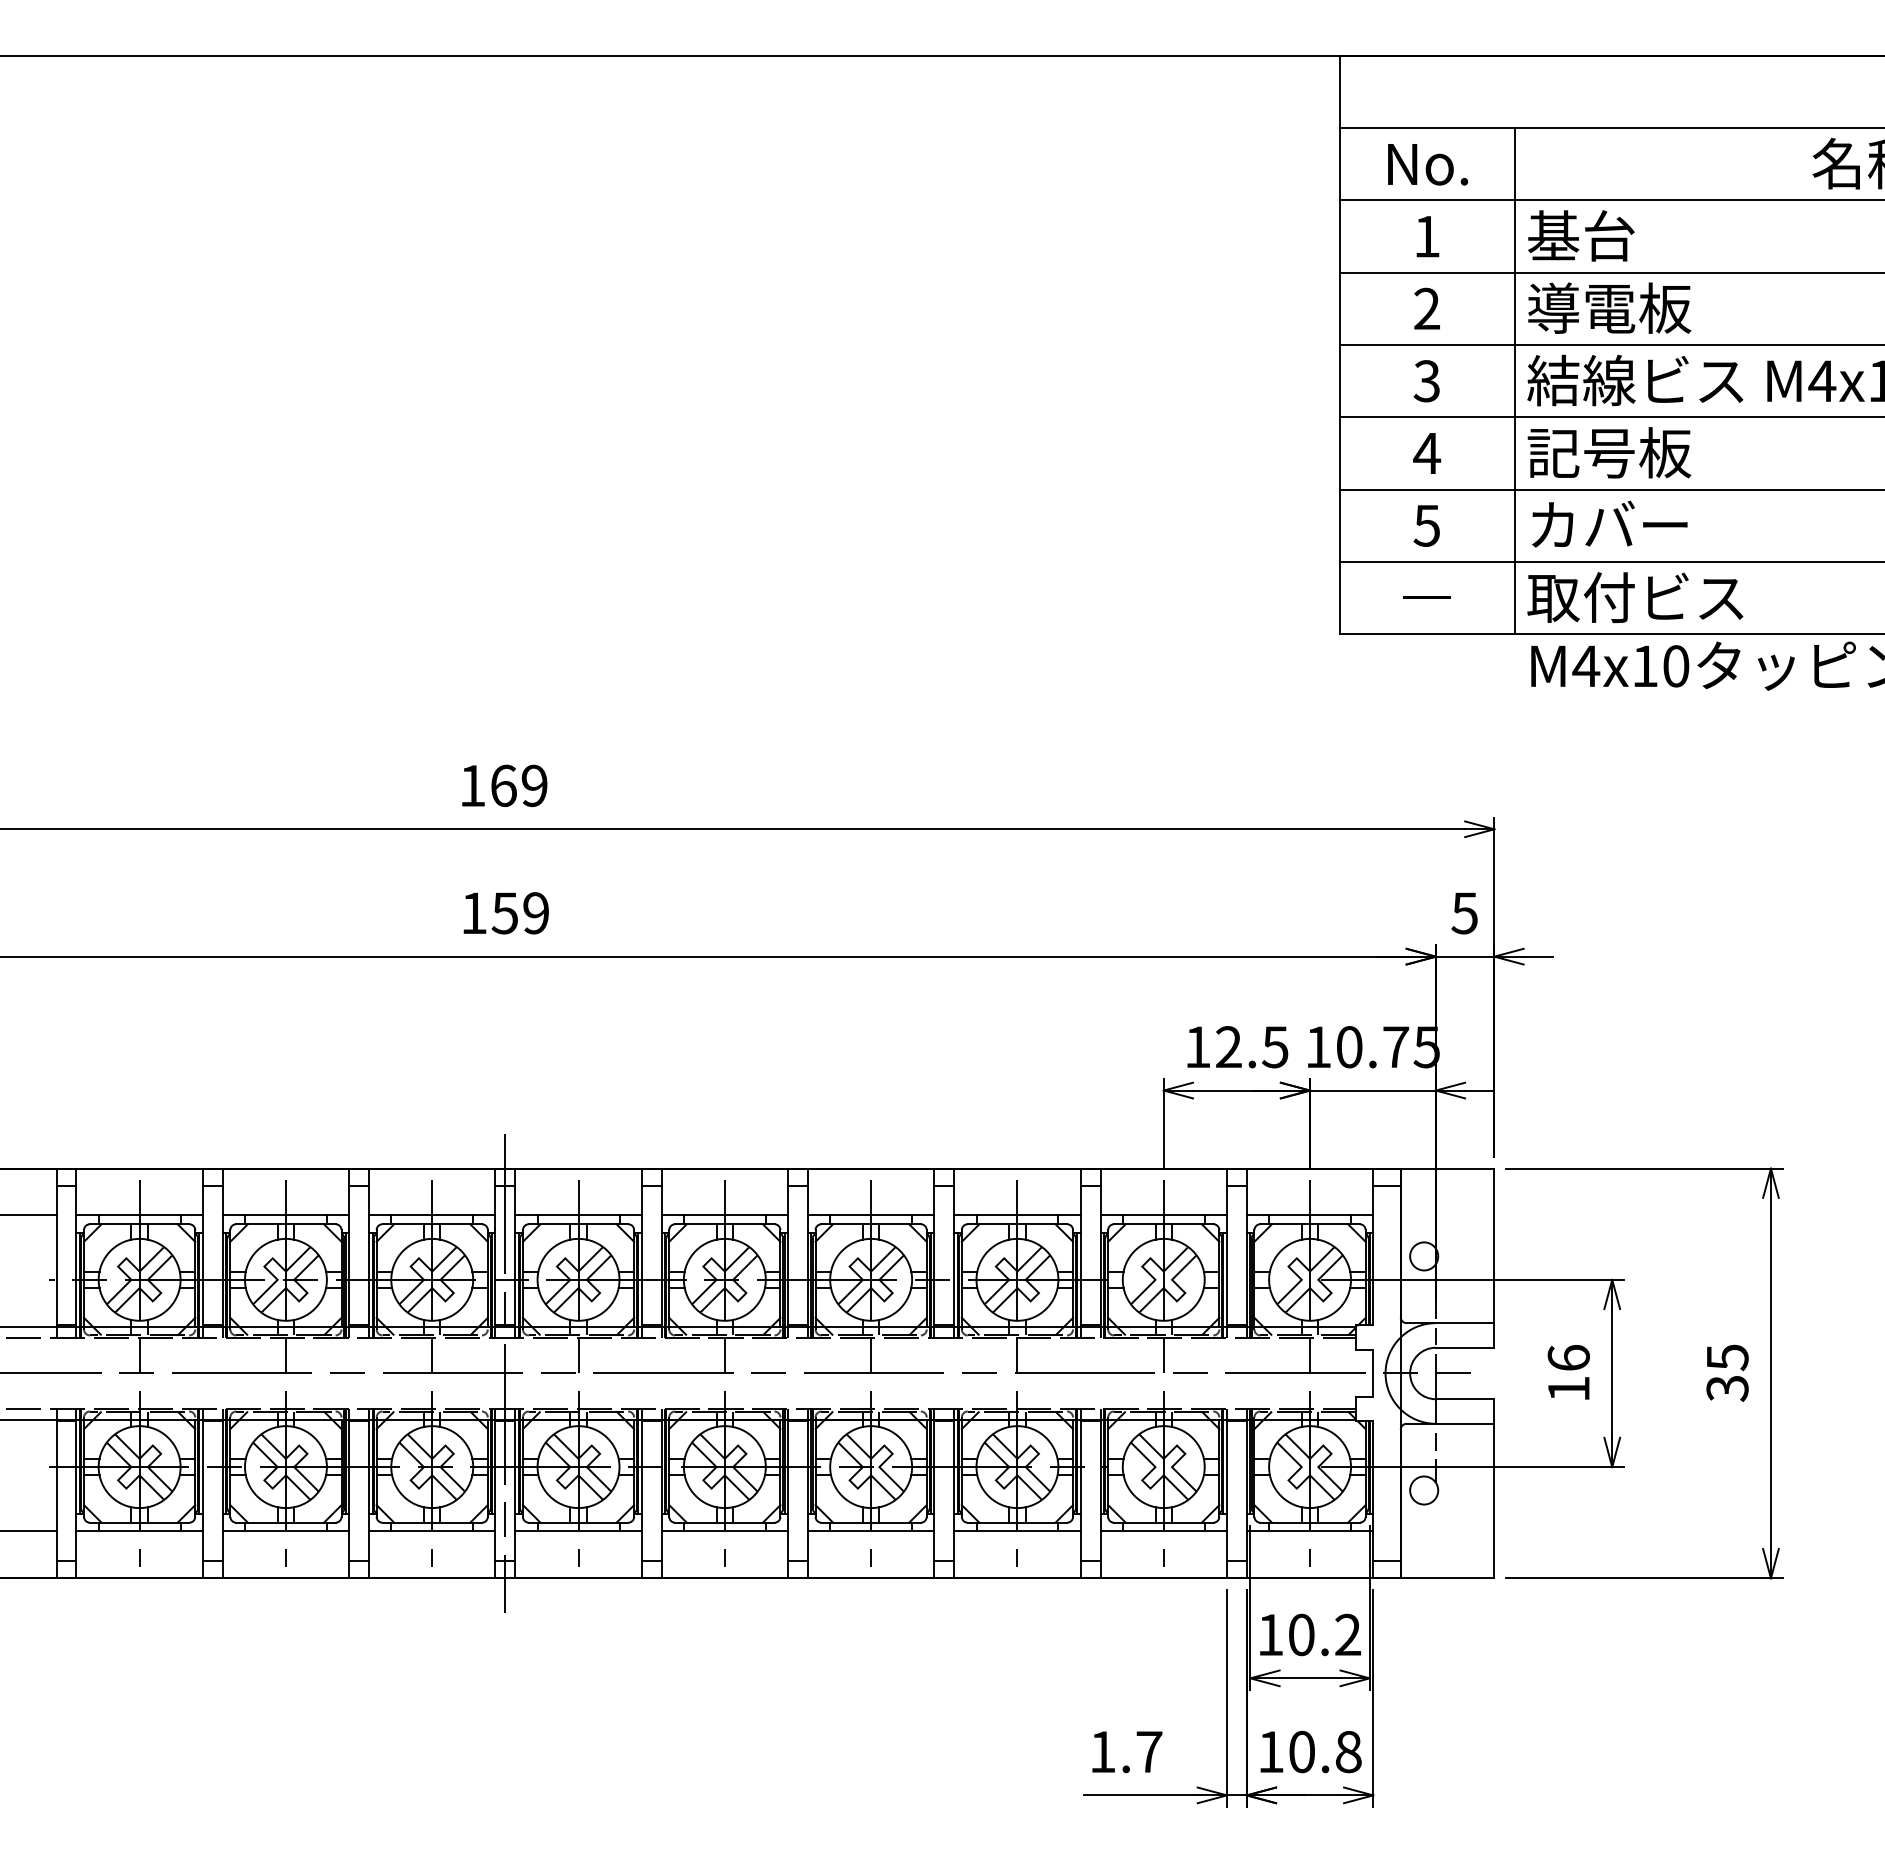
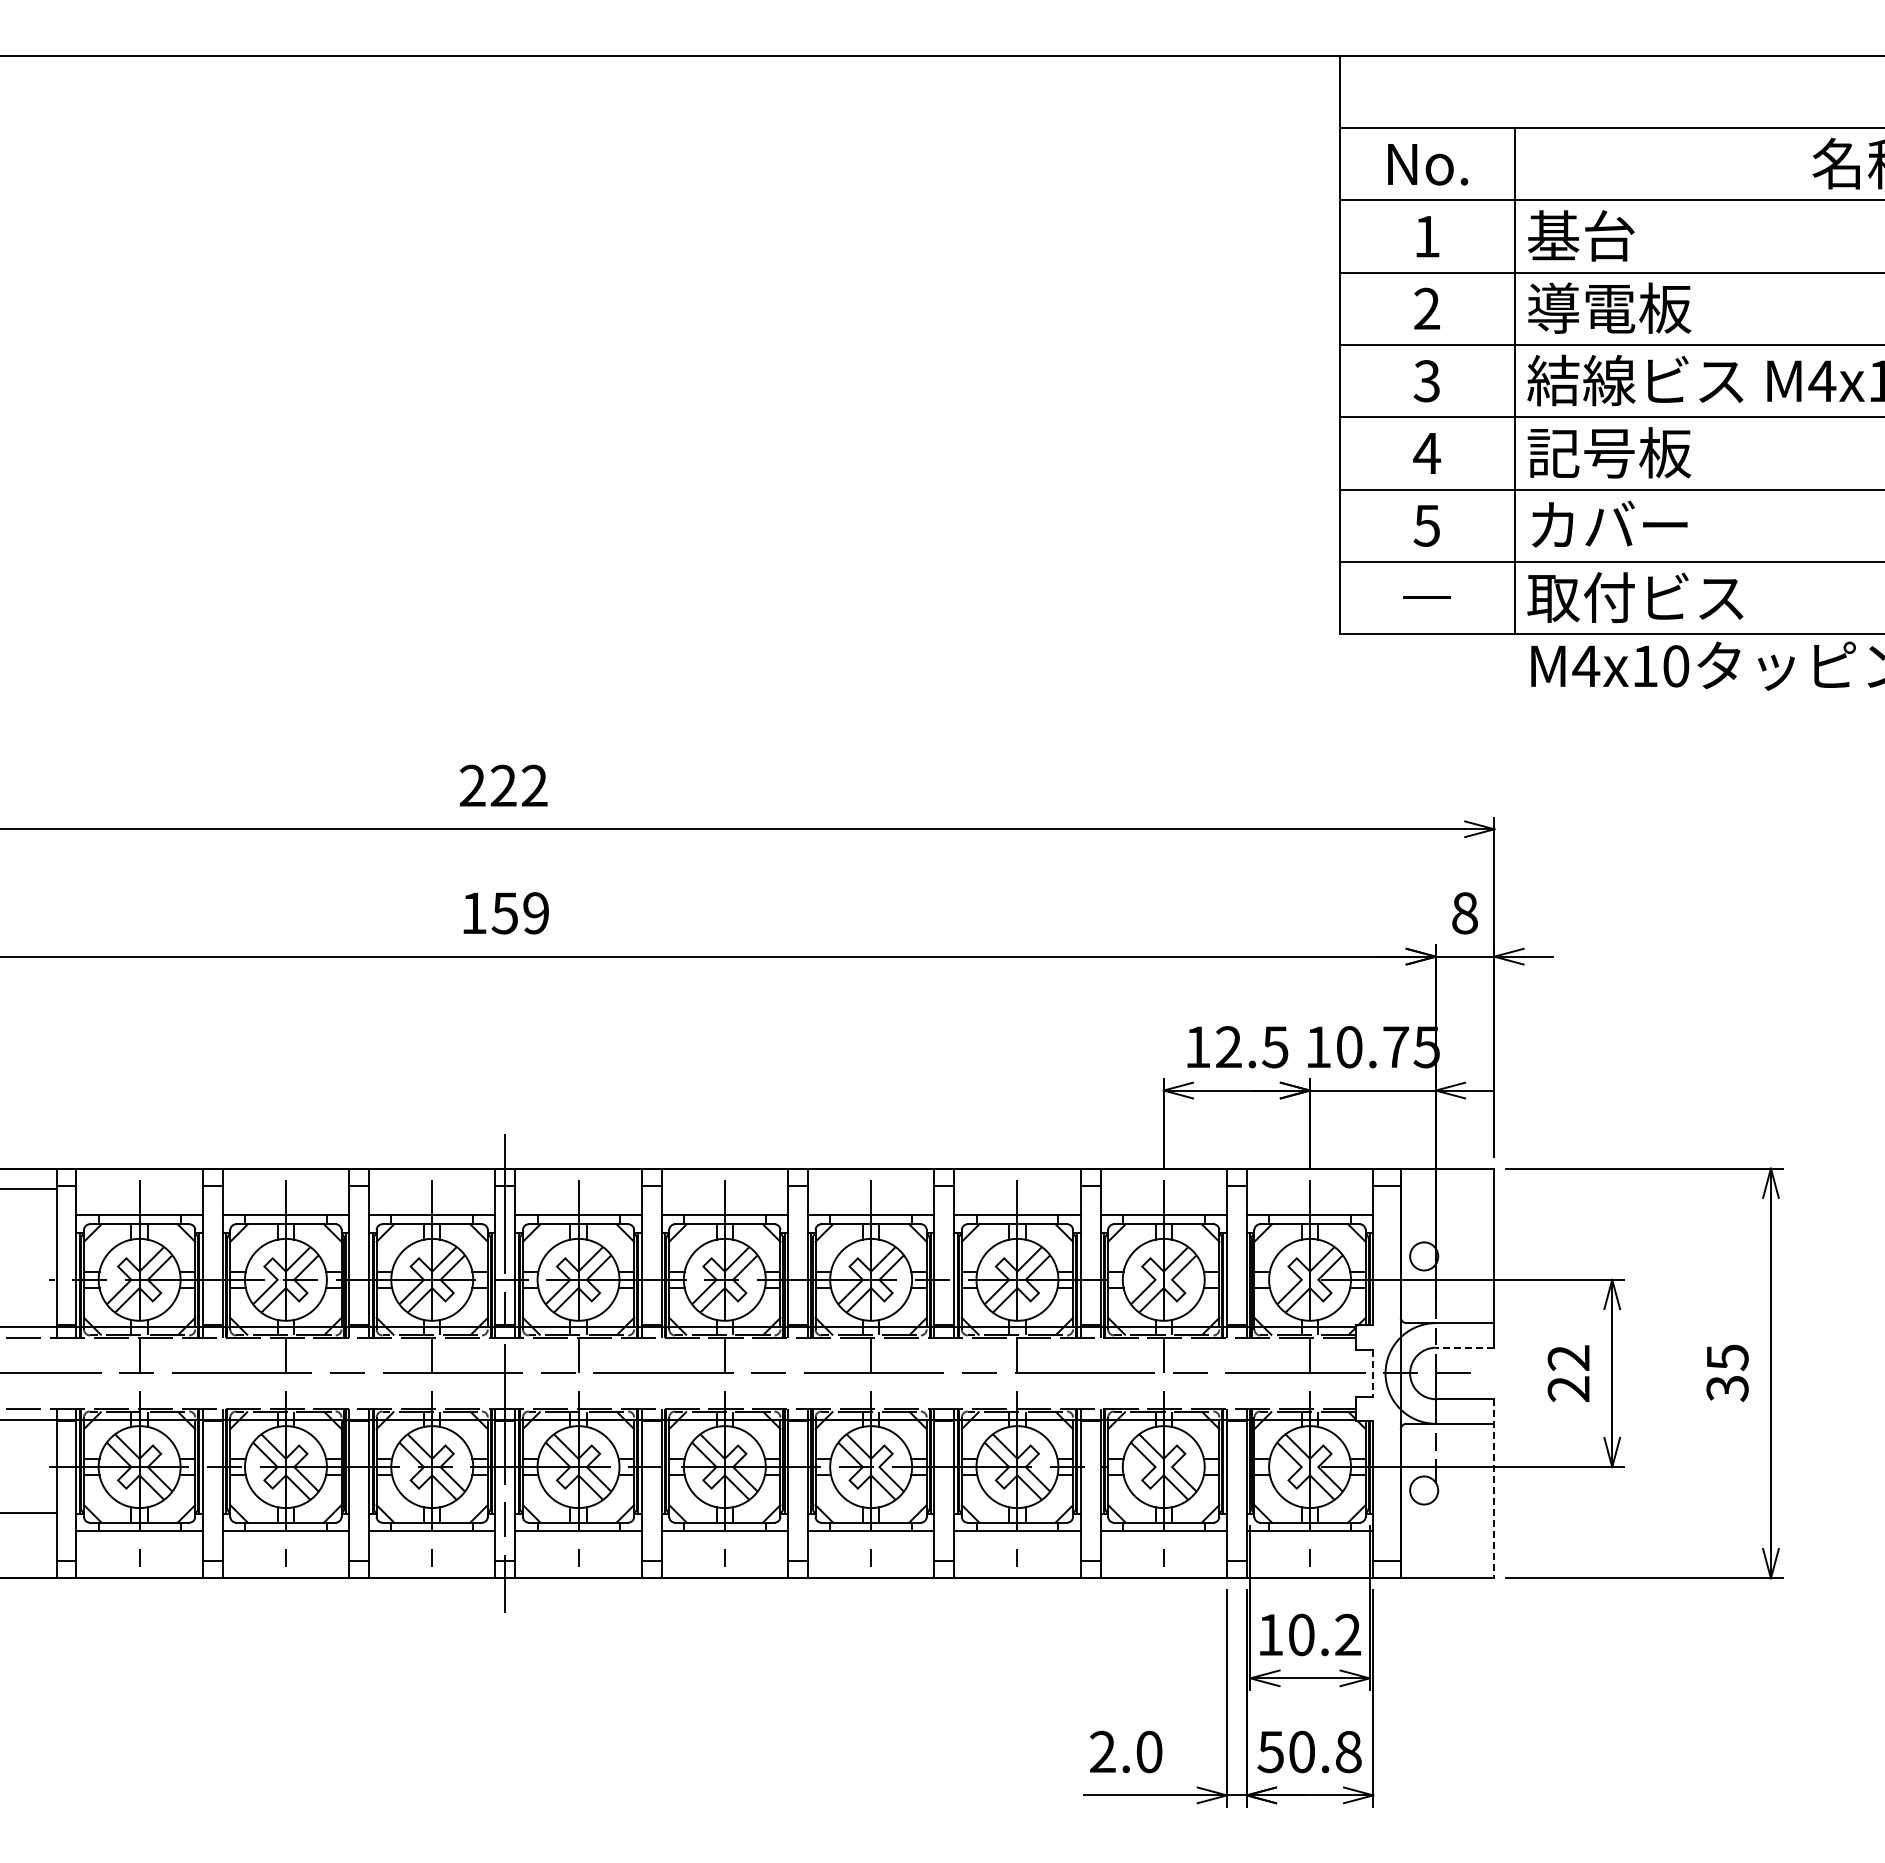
text at (503, 785): 169 -> 222
text at (1464, 913): 5 -> 8
line at (29, 1215) position: (29, 1215) -> (29, 1189)
line at (1464, 1347): solid -> dashed
line at (1373, 1373): solid -> dashed
text at (1568, 1373): 16 -> 22
line at (1494, 1488): solid -> dashed
line at (29, 1531) position: (29, 1531) -> (29, 1513)
text at (1126, 1751): 1.7 -> 2.0
text at (1270, 1752): 10.8 -> 50.8
